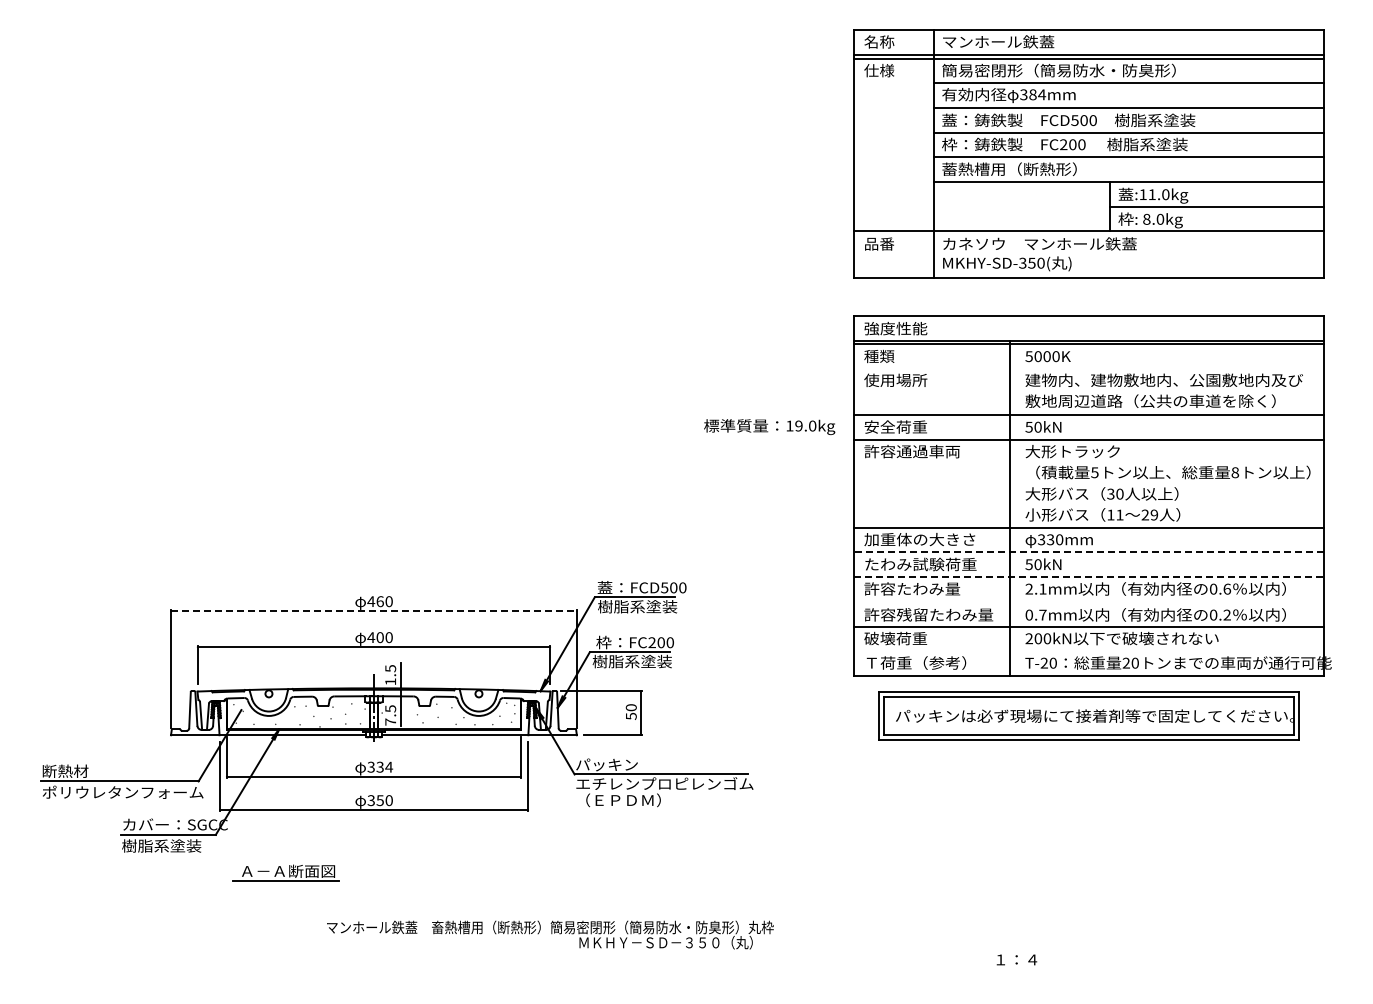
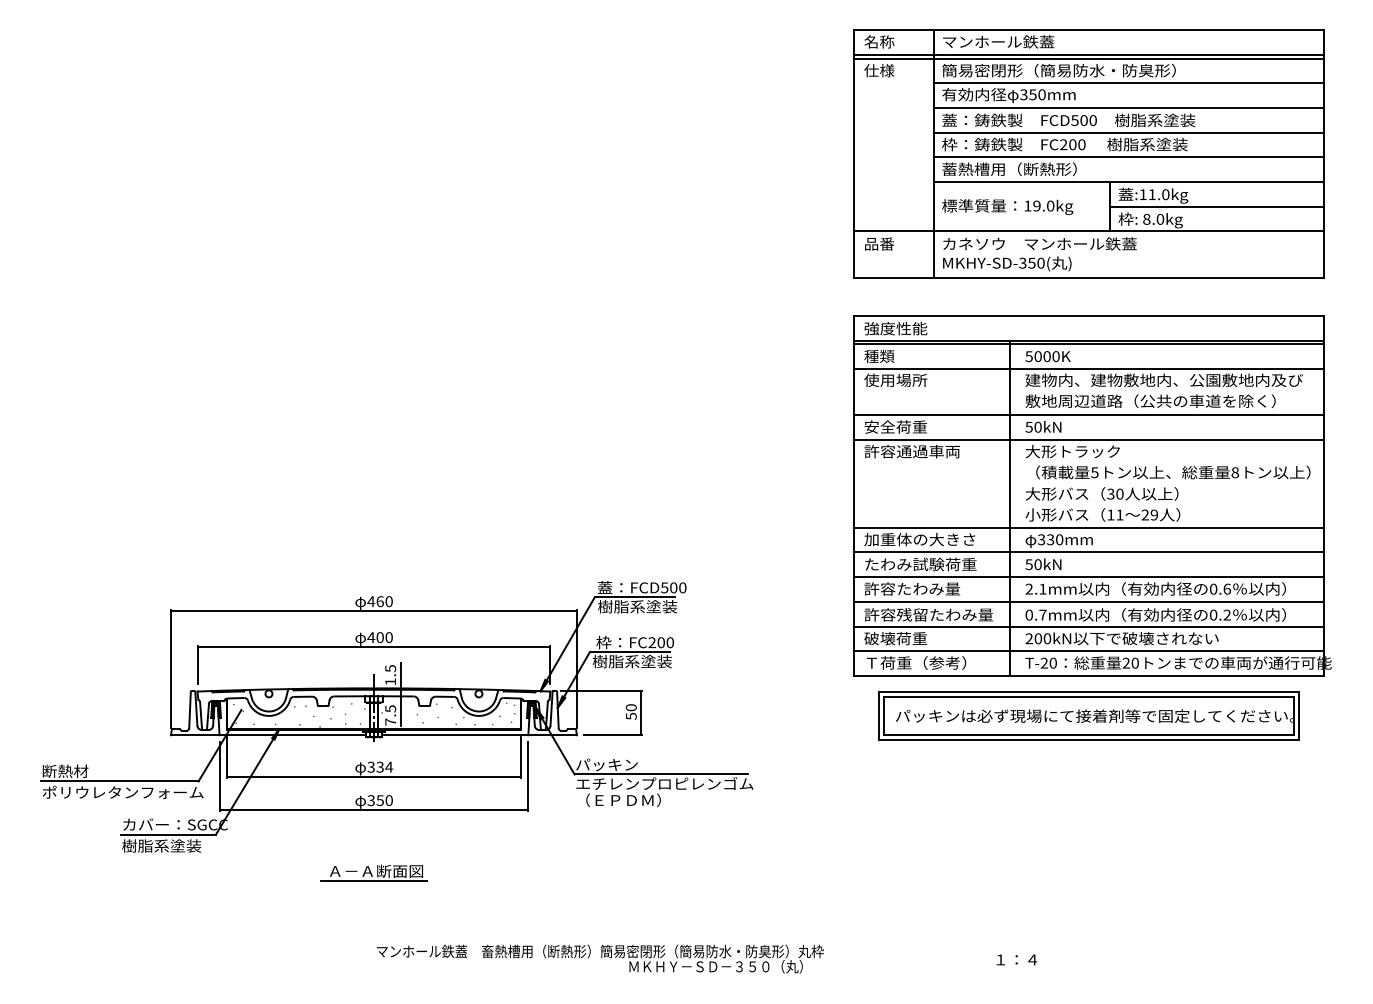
text at (1037, 94): 384mm -> 350mm
line at (1088, 369): none -> present
text at (769, 426) position: (769, 426) -> (1007, 206)
line at (1089, 552): dashed -> solid
line at (1089, 577): dashed -> solid
line at (1088, 601): none -> present
line at (373, 611): dashed -> solid
line at (1088, 651): none -> present
part at (285, 872) position: (285, 872) -> (373, 872)
text at (550, 934) position: (550, 934) -> (600, 958)
